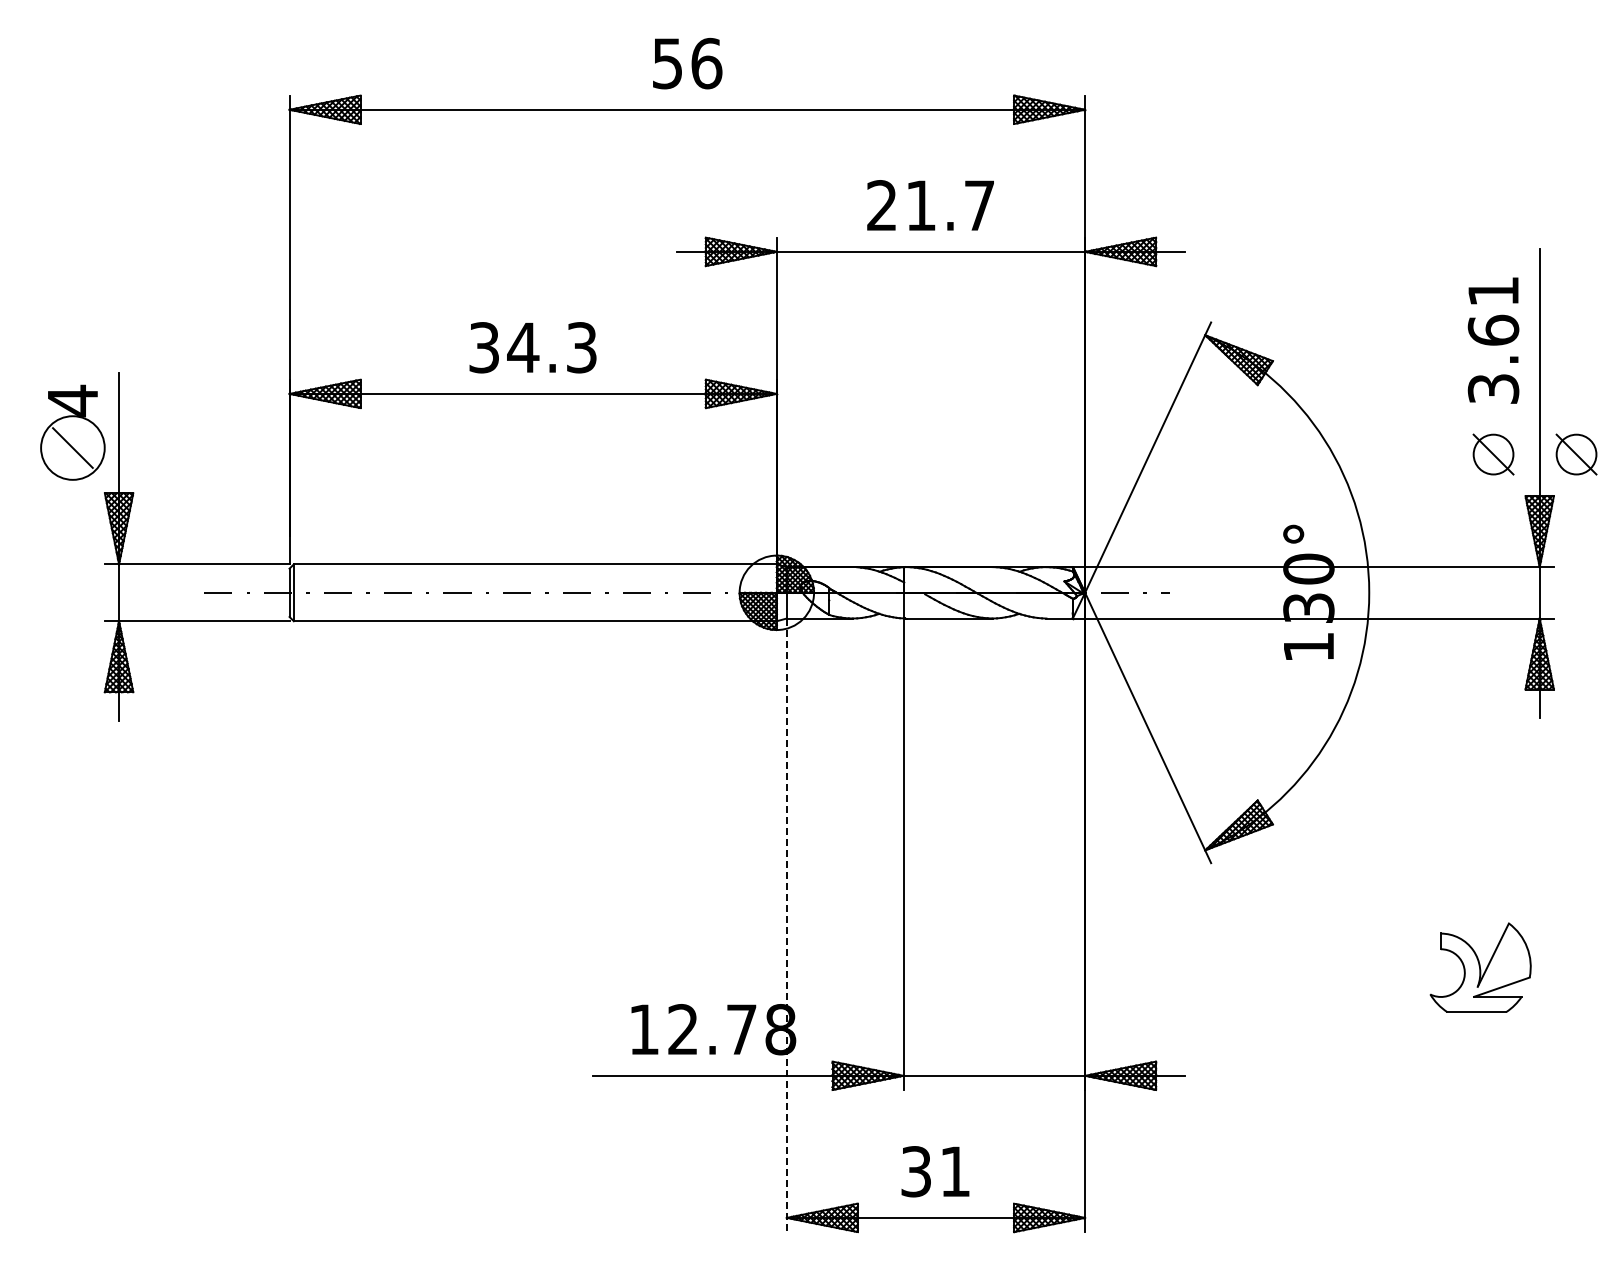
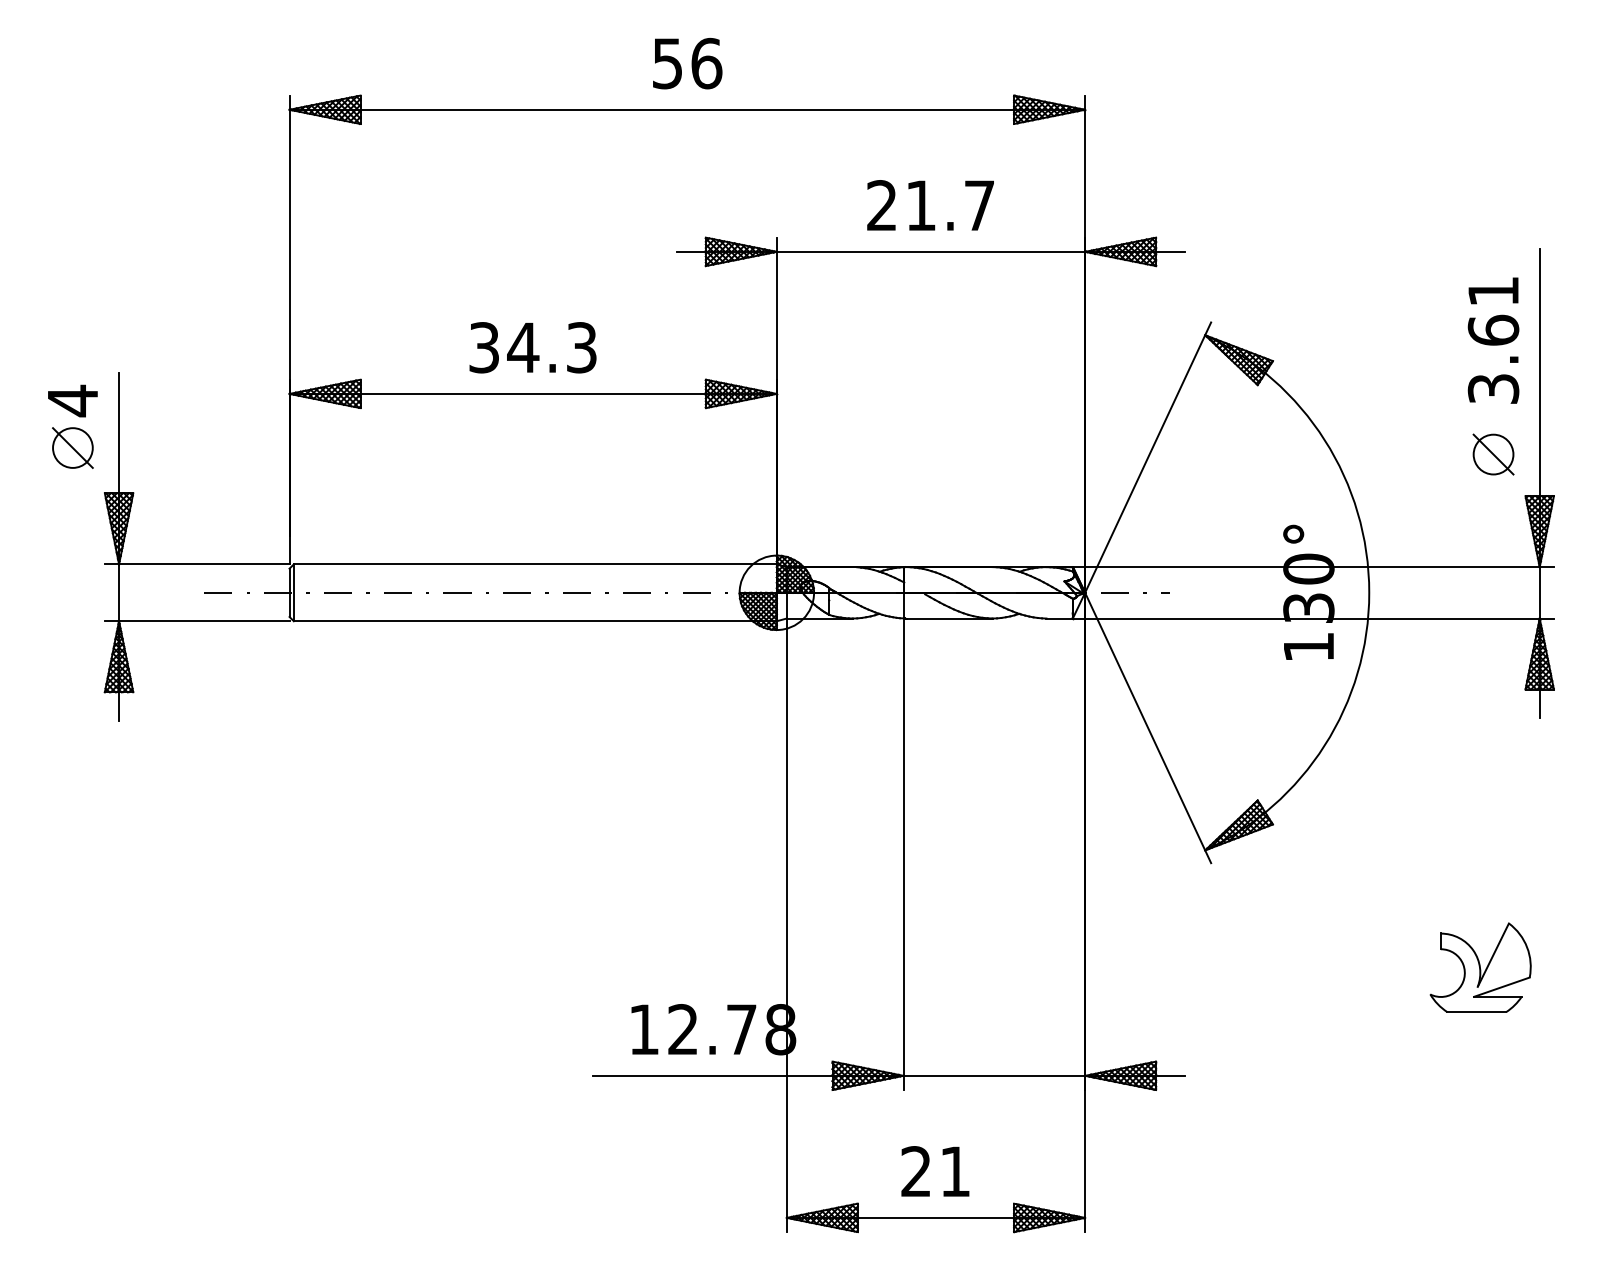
circle at (72, 447) diameter: 64 px -> 40 px
part at (1576, 454): present -> none
line at (786, 925): dashed -> solid
text at (915, 1171): 31 -> 21
